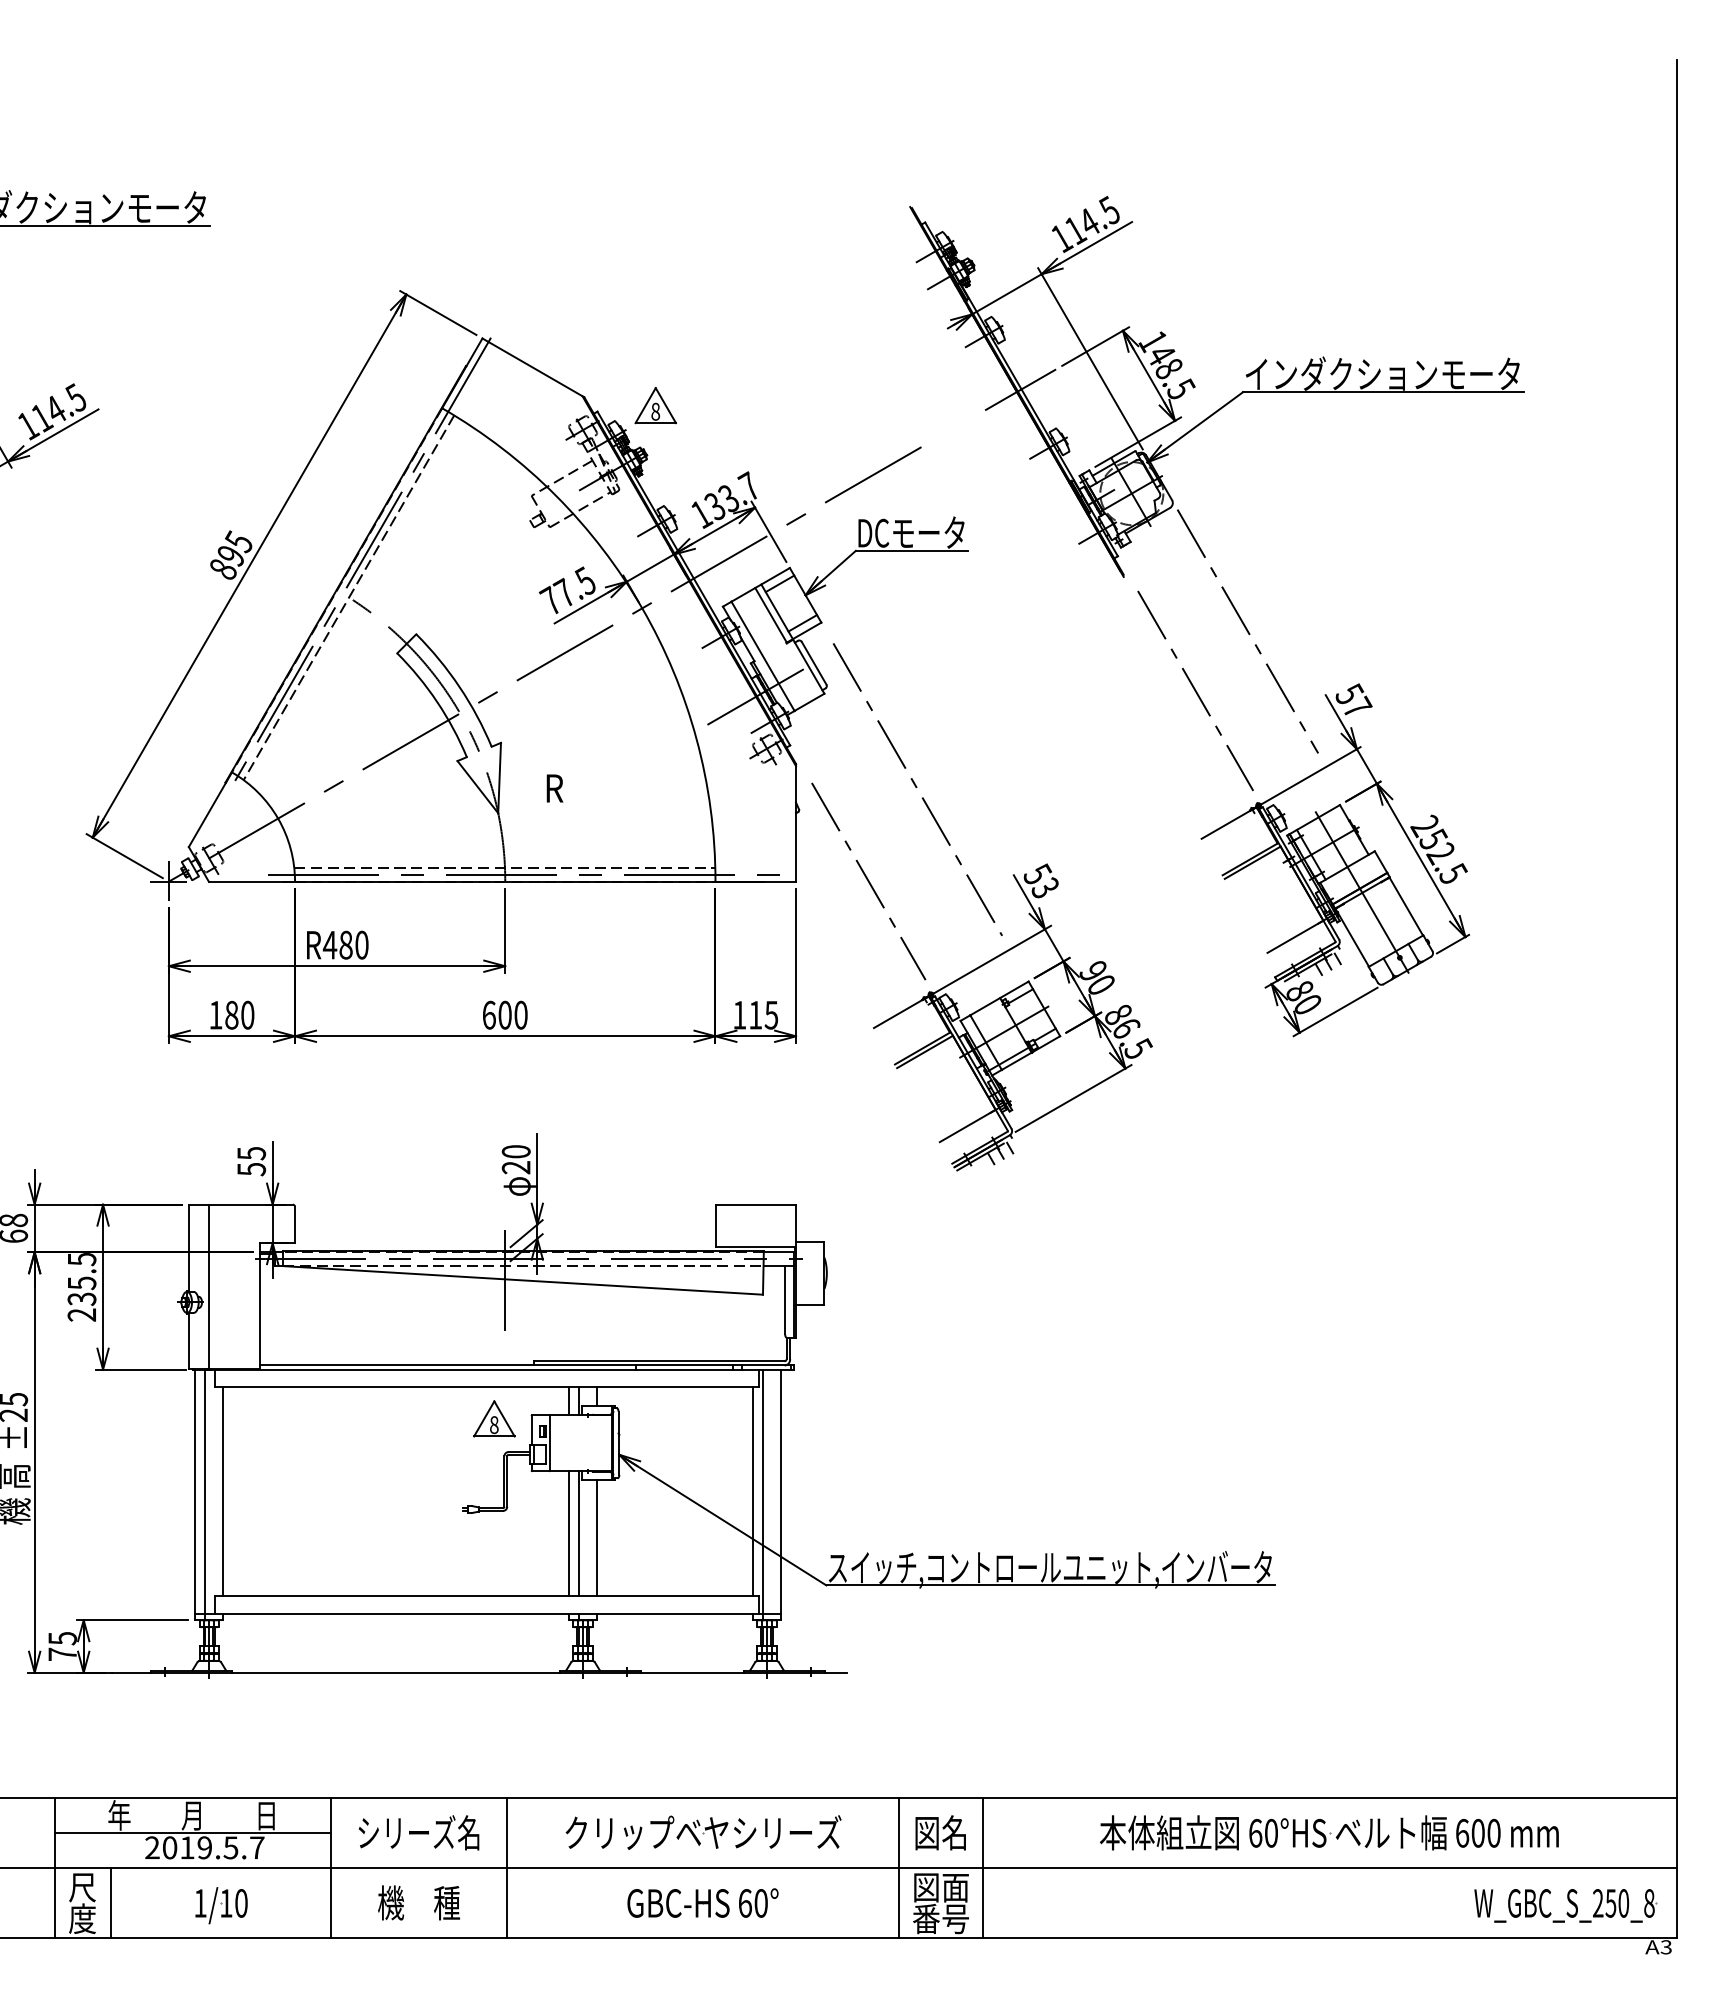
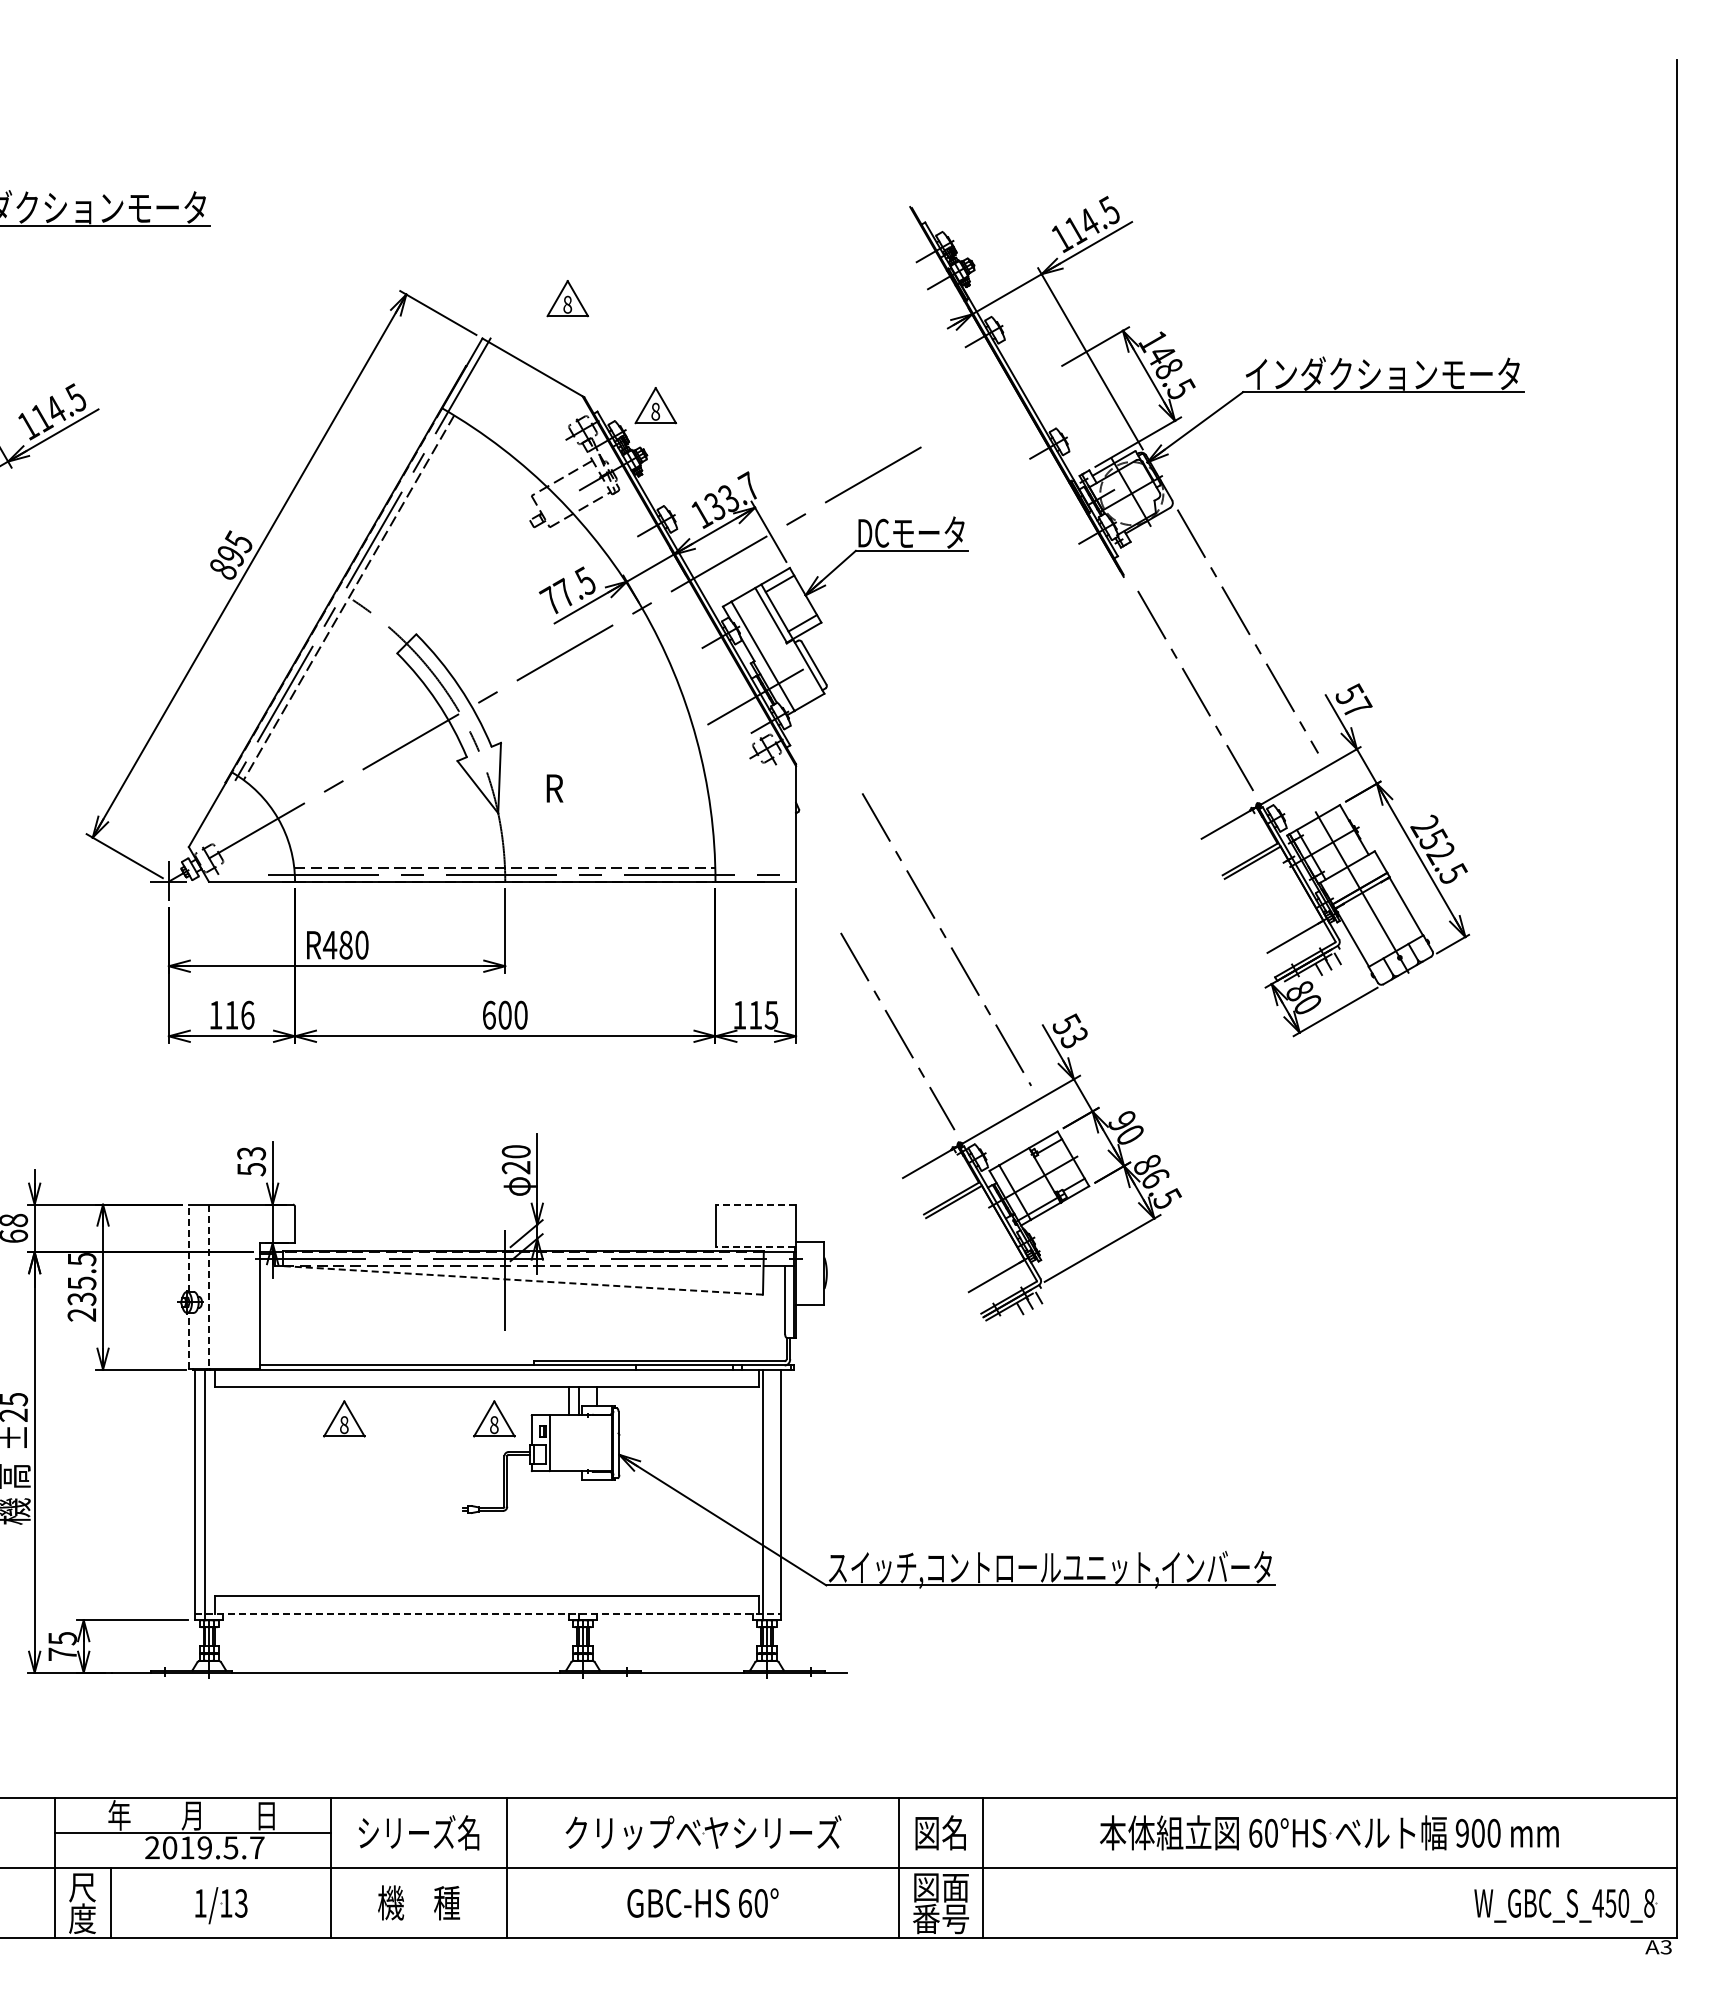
part at (567, 298): none -> present
line at (1020, 389): present -> none
part at (981, 907) position: (981, 907) -> (1010, 1057)
text at (239, 1014): 180 -> 116
text at (251, 1153): 55 -> 53
line at (755, 1204): solid -> dashed
line at (755, 1246): solid -> dashed
line at (188, 1248): solid -> dashed
line at (522, 1280): solid -> dashed
line at (208, 1287): solid -> dashed
line at (188, 1340): solid -> dashed
part at (344, 1418): none -> present
line at (223, 1491): present -> none
line at (752, 1491): present -> none
line at (568, 1533): present -> none
line at (579, 1533): present -> none
line at (597, 1538): present -> none
line at (488, 1613): solid -> dashed
text at (1462, 1832): 600 -> 900
text at (241, 1903): 1/10 -> 1/13
text at (1597, 1903): W_GBC_S_250_8 -> W_GBC_S_450_8
